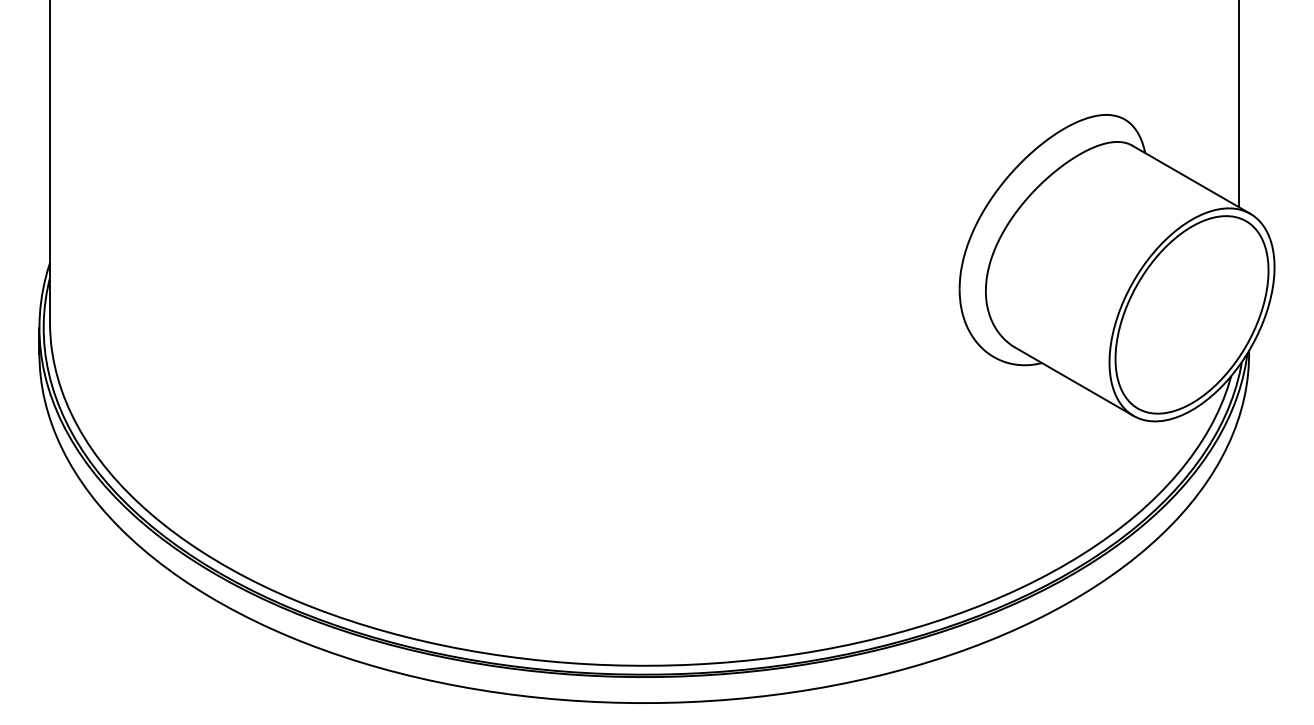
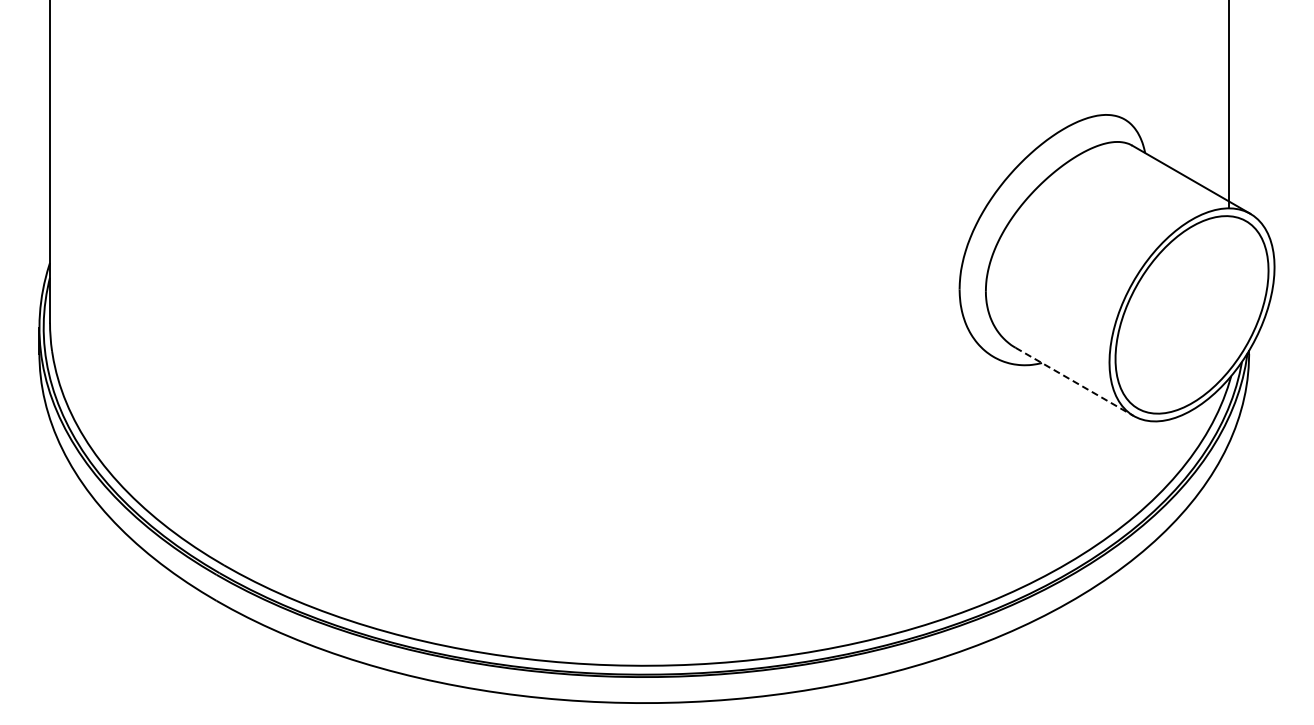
line at (1238, 104) position: (1238, 104) -> (1228, 104)
line at (1075, 382): solid -> dashed
